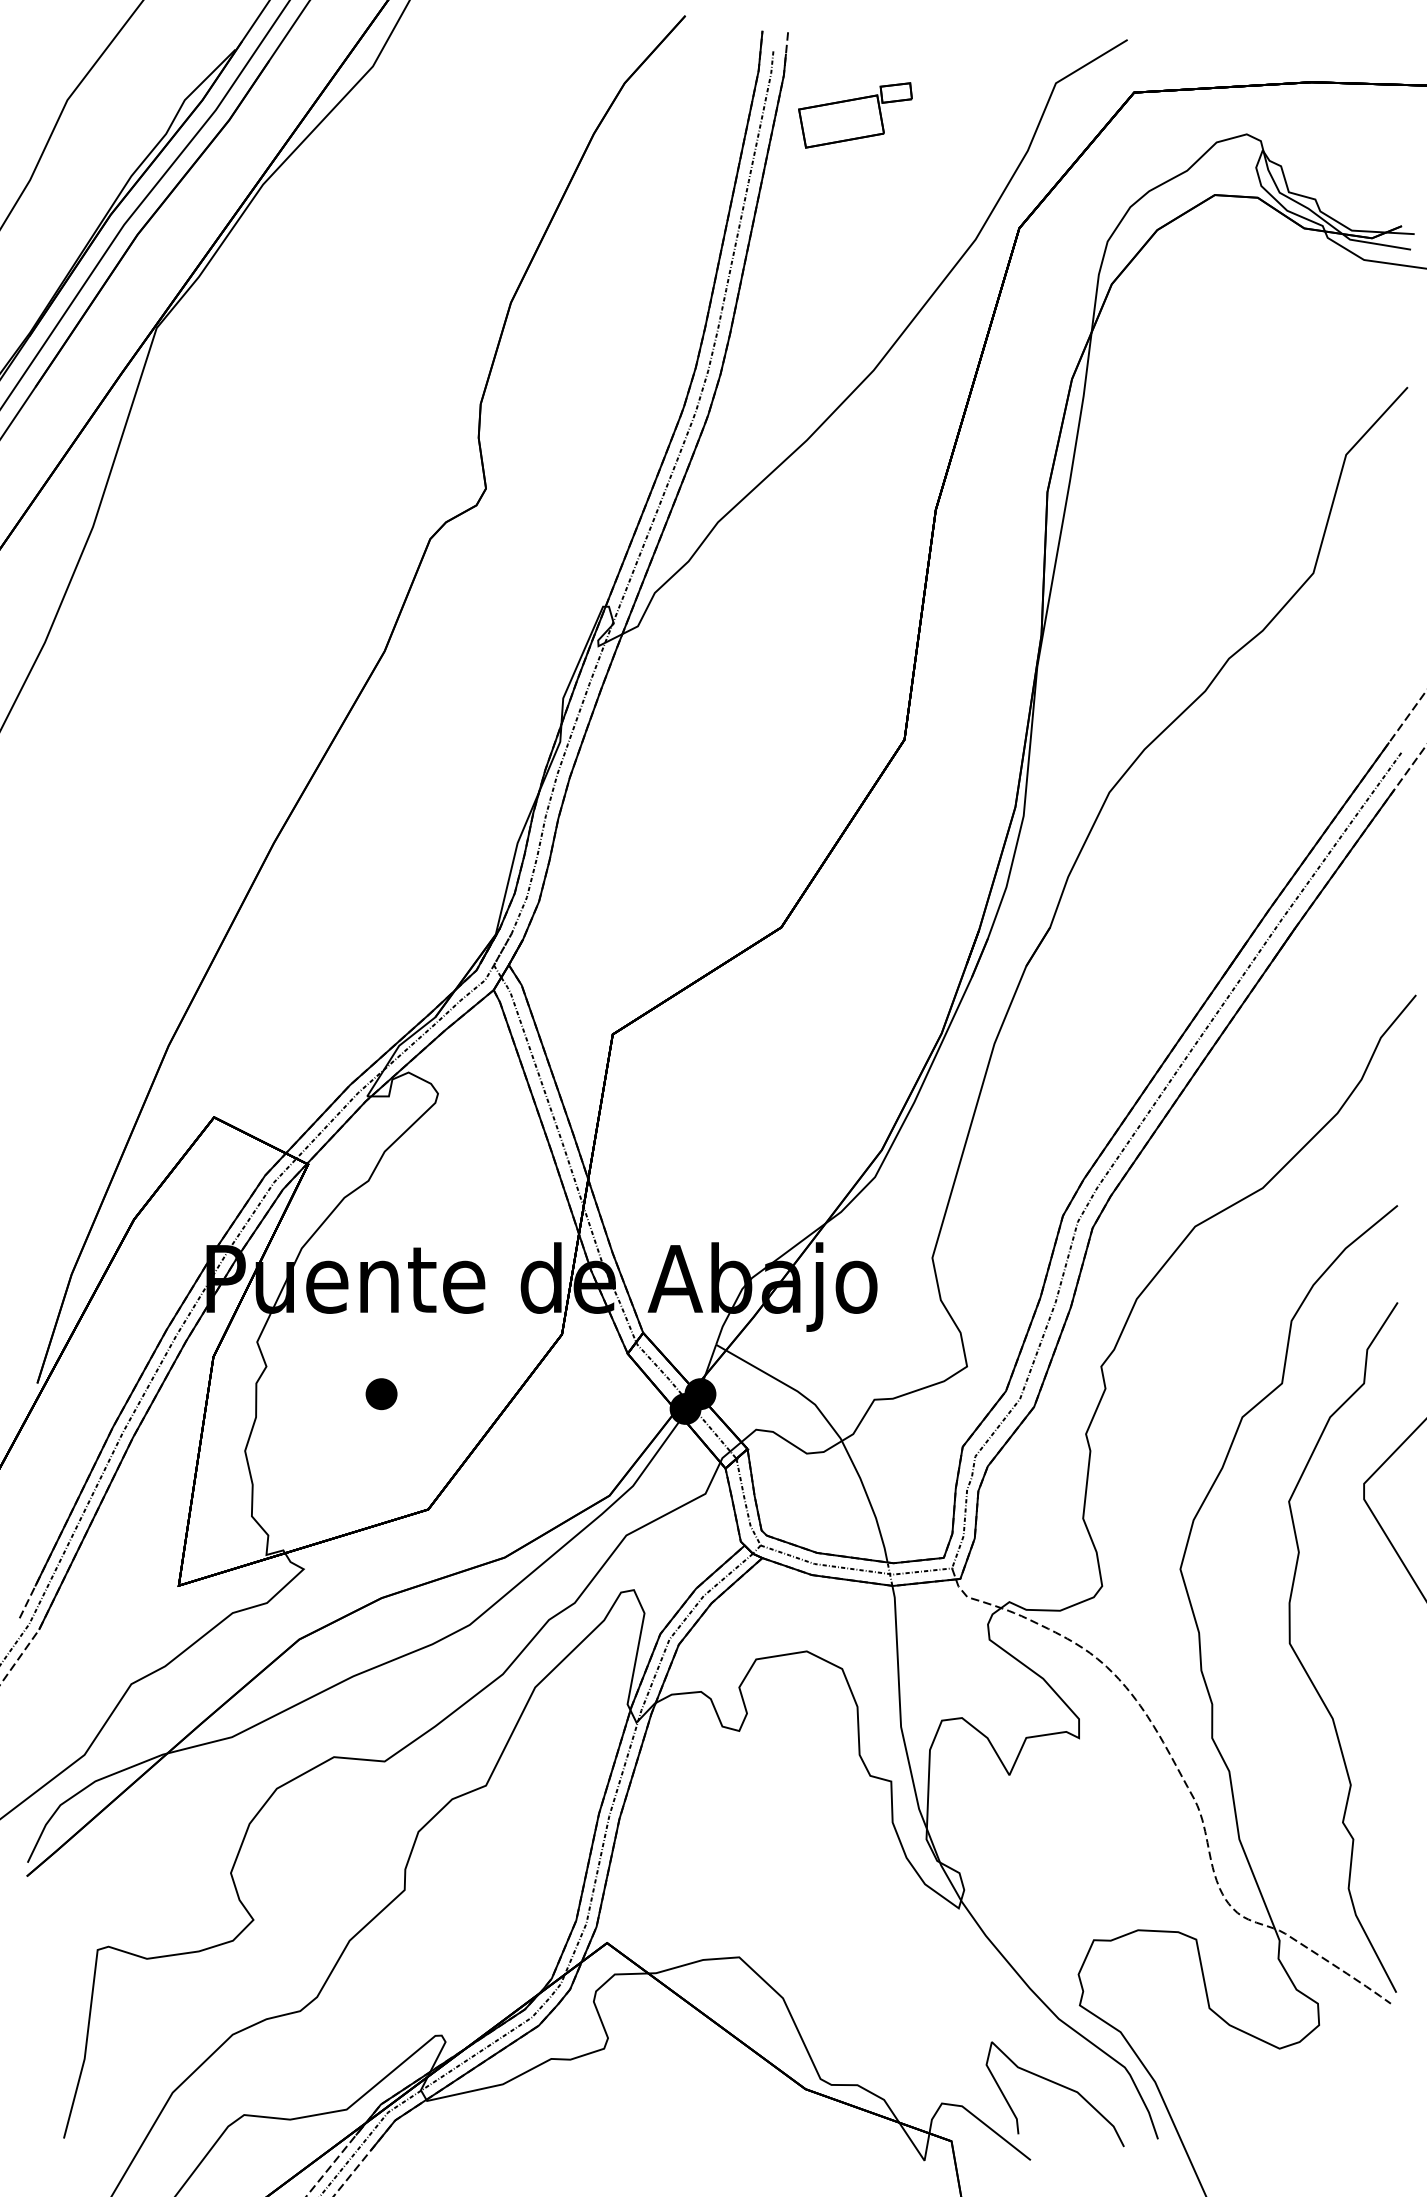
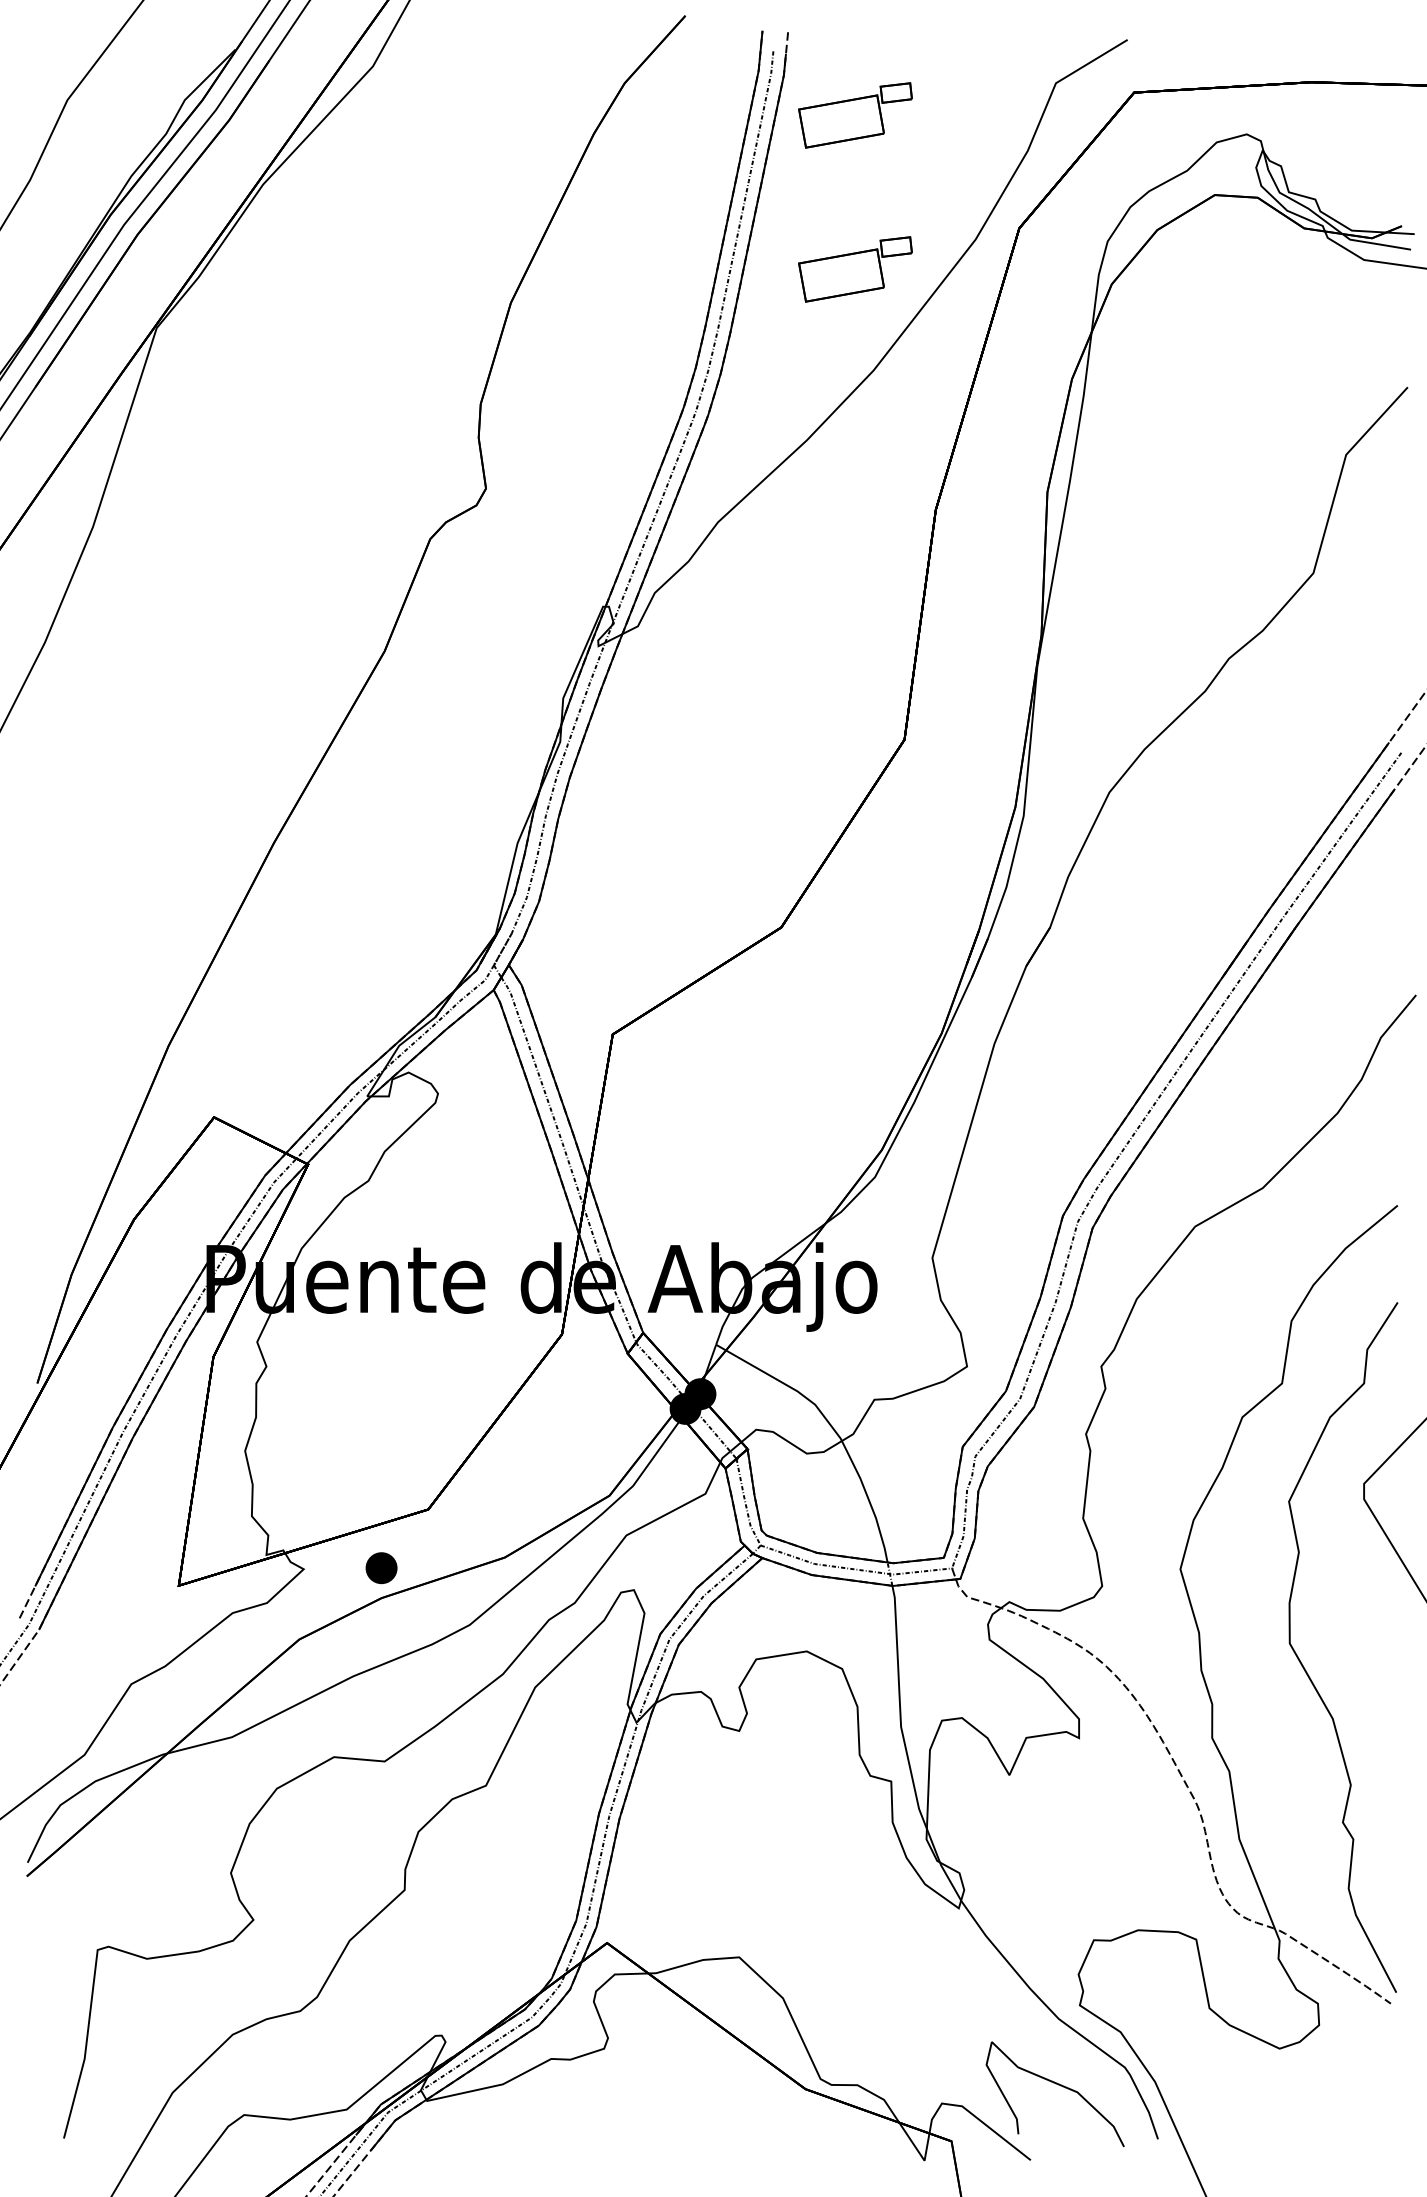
part at (855, 269): none -> present
part at (381, 1394) position: (381, 1394) -> (381, 1568)
